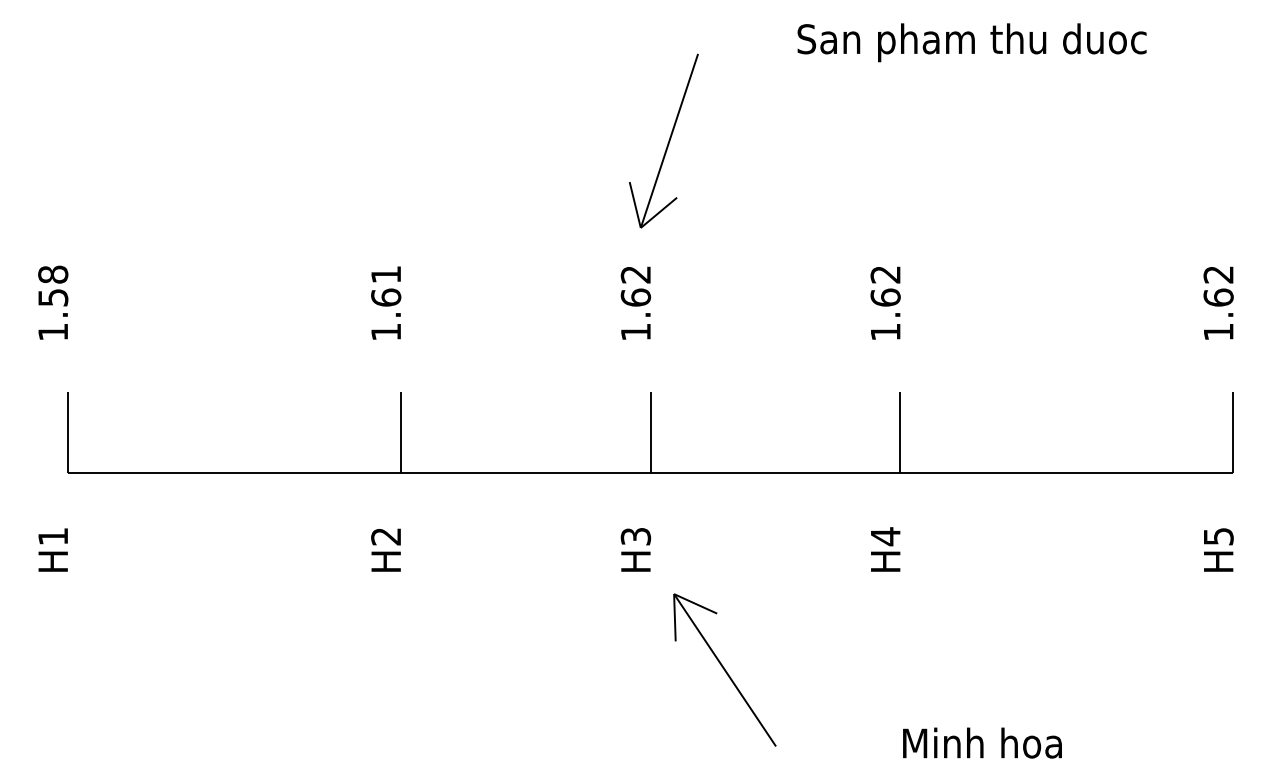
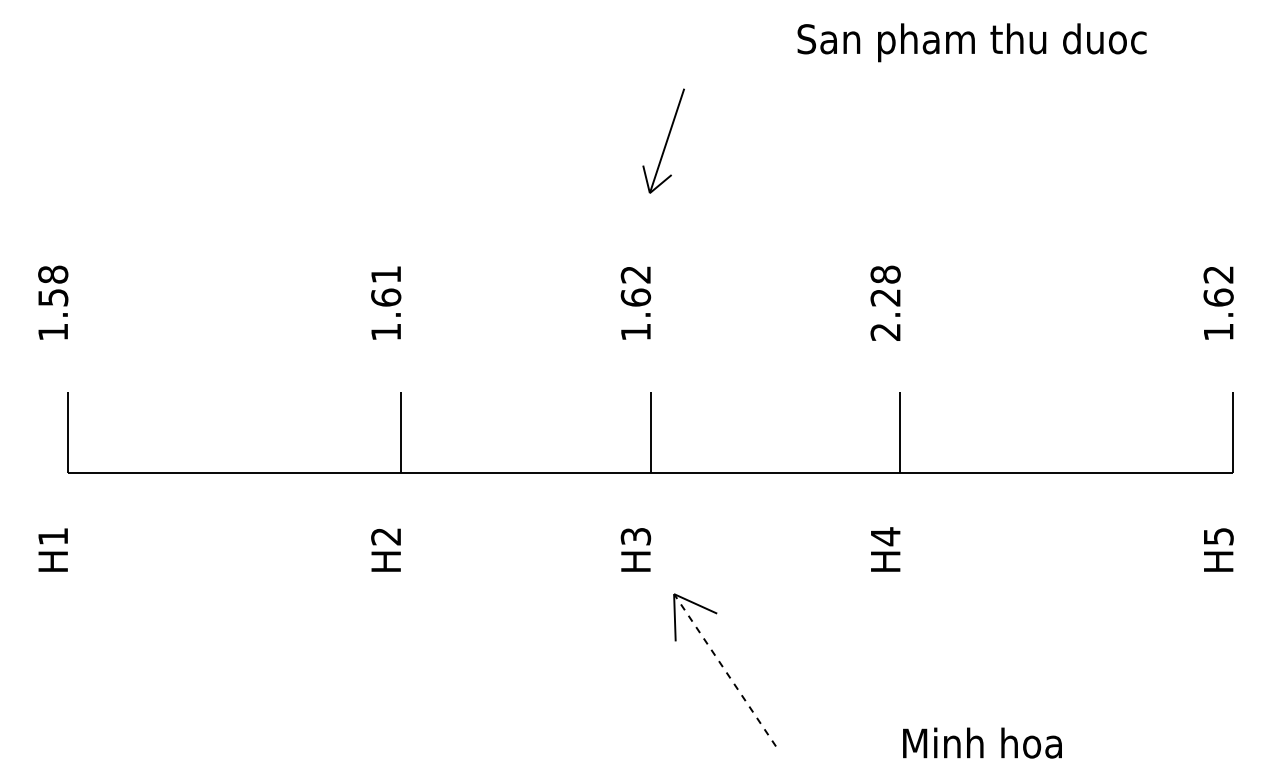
part at (663, 140) size: 71x176 px -> 43x106 px
text at (885, 302): 1.62 -> 2.28
line at (725, 670): solid -> dashed
